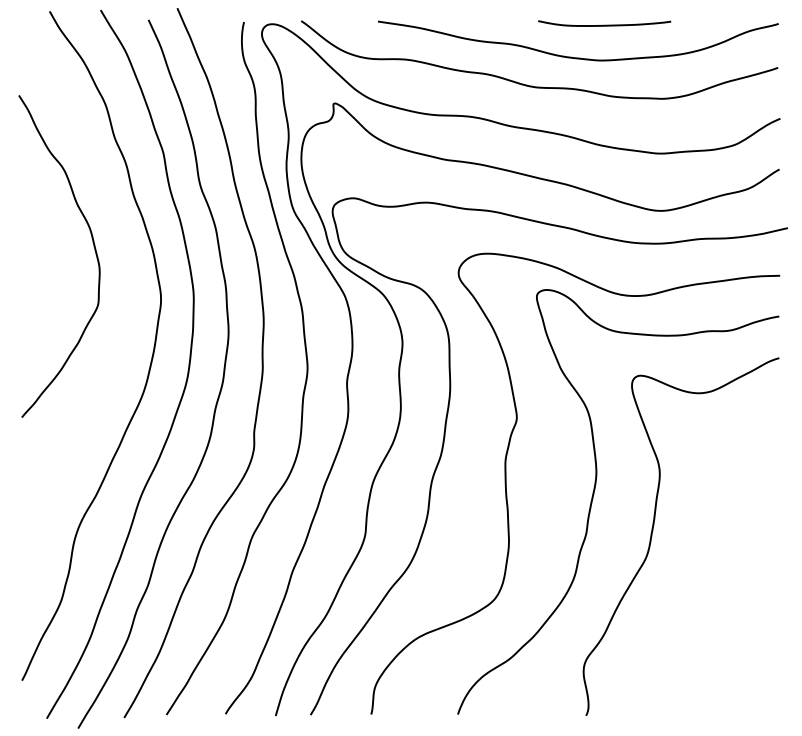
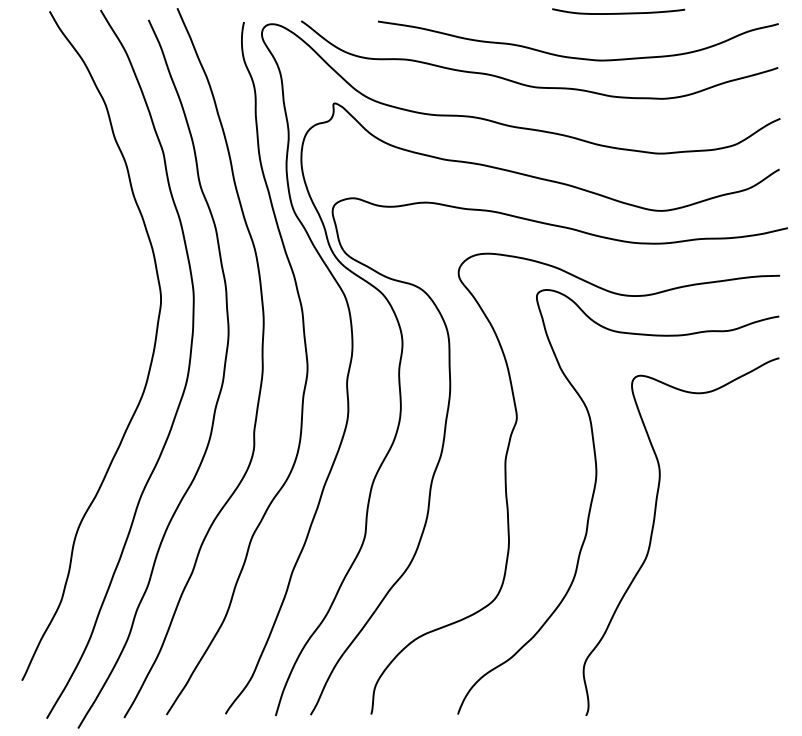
curve at (604, 24) position: (604, 24) -> (618, 12)
curve at (93, 246): present -> none
